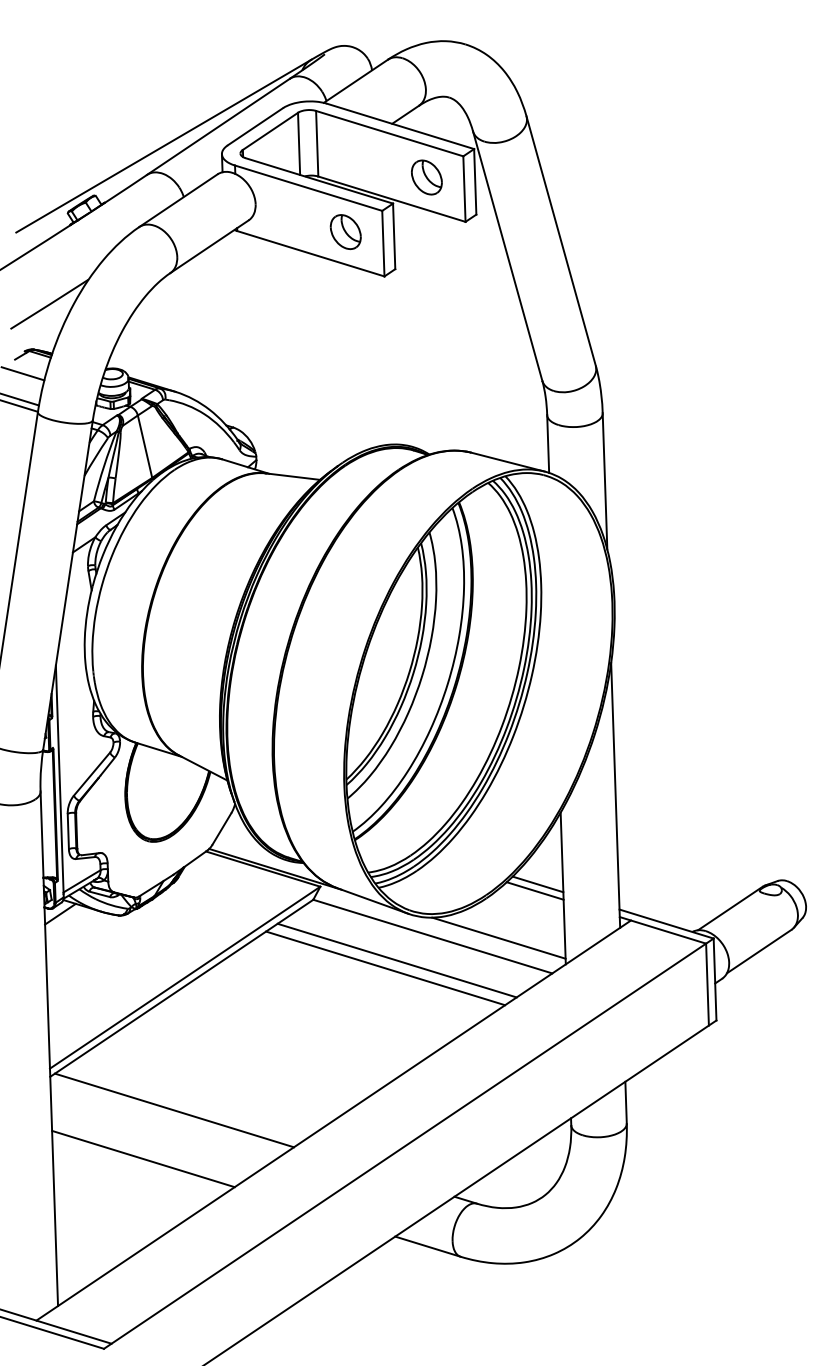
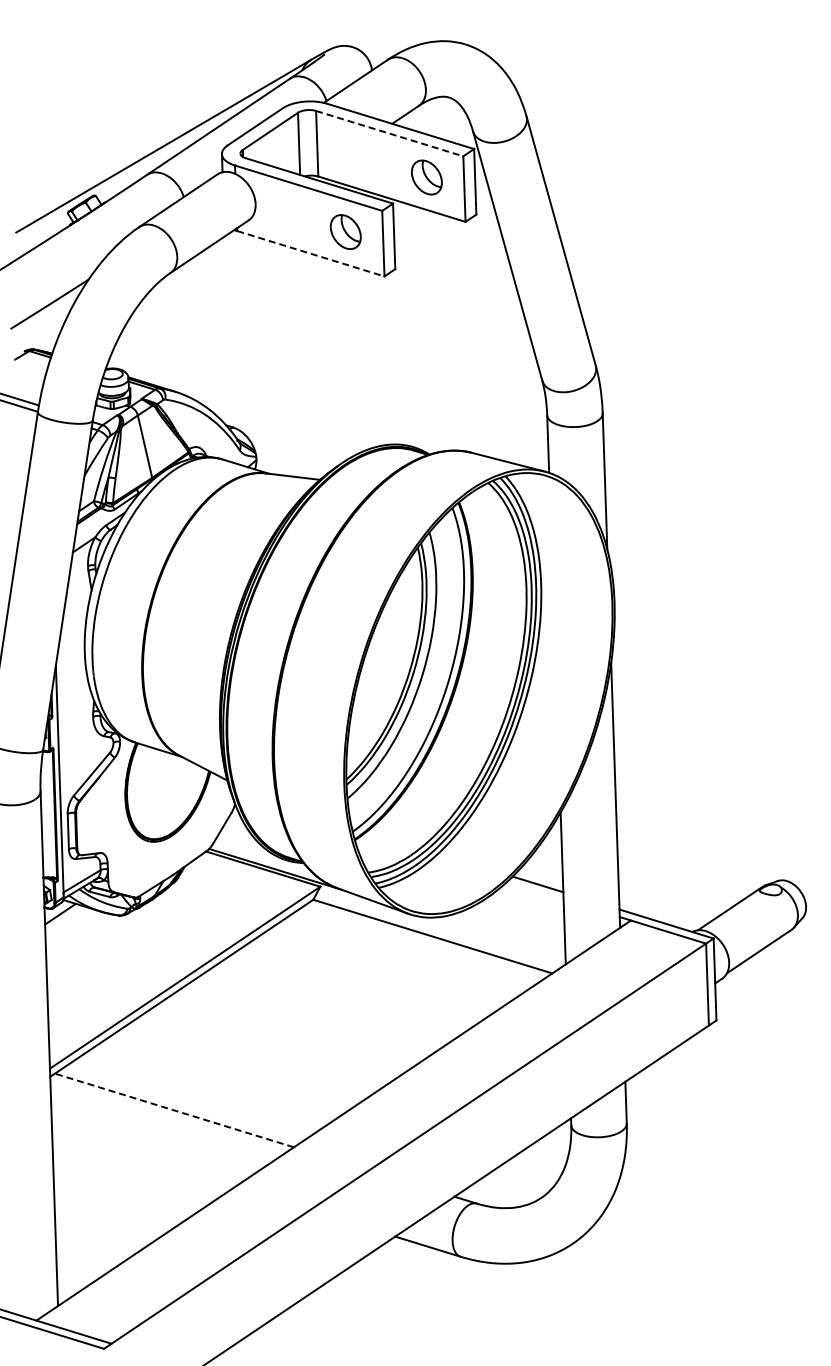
line at (390, 133): solid -> dashed
line at (311, 253): solid -> dashed
line at (23, 373): present -> none
line at (534, 890): present -> none
line at (498, 937): present -> none
line at (396, 960): present -> none
line at (385, 968): present -> none
line at (174, 1110): solid -> dashed
line at (143, 1158): present -> none
